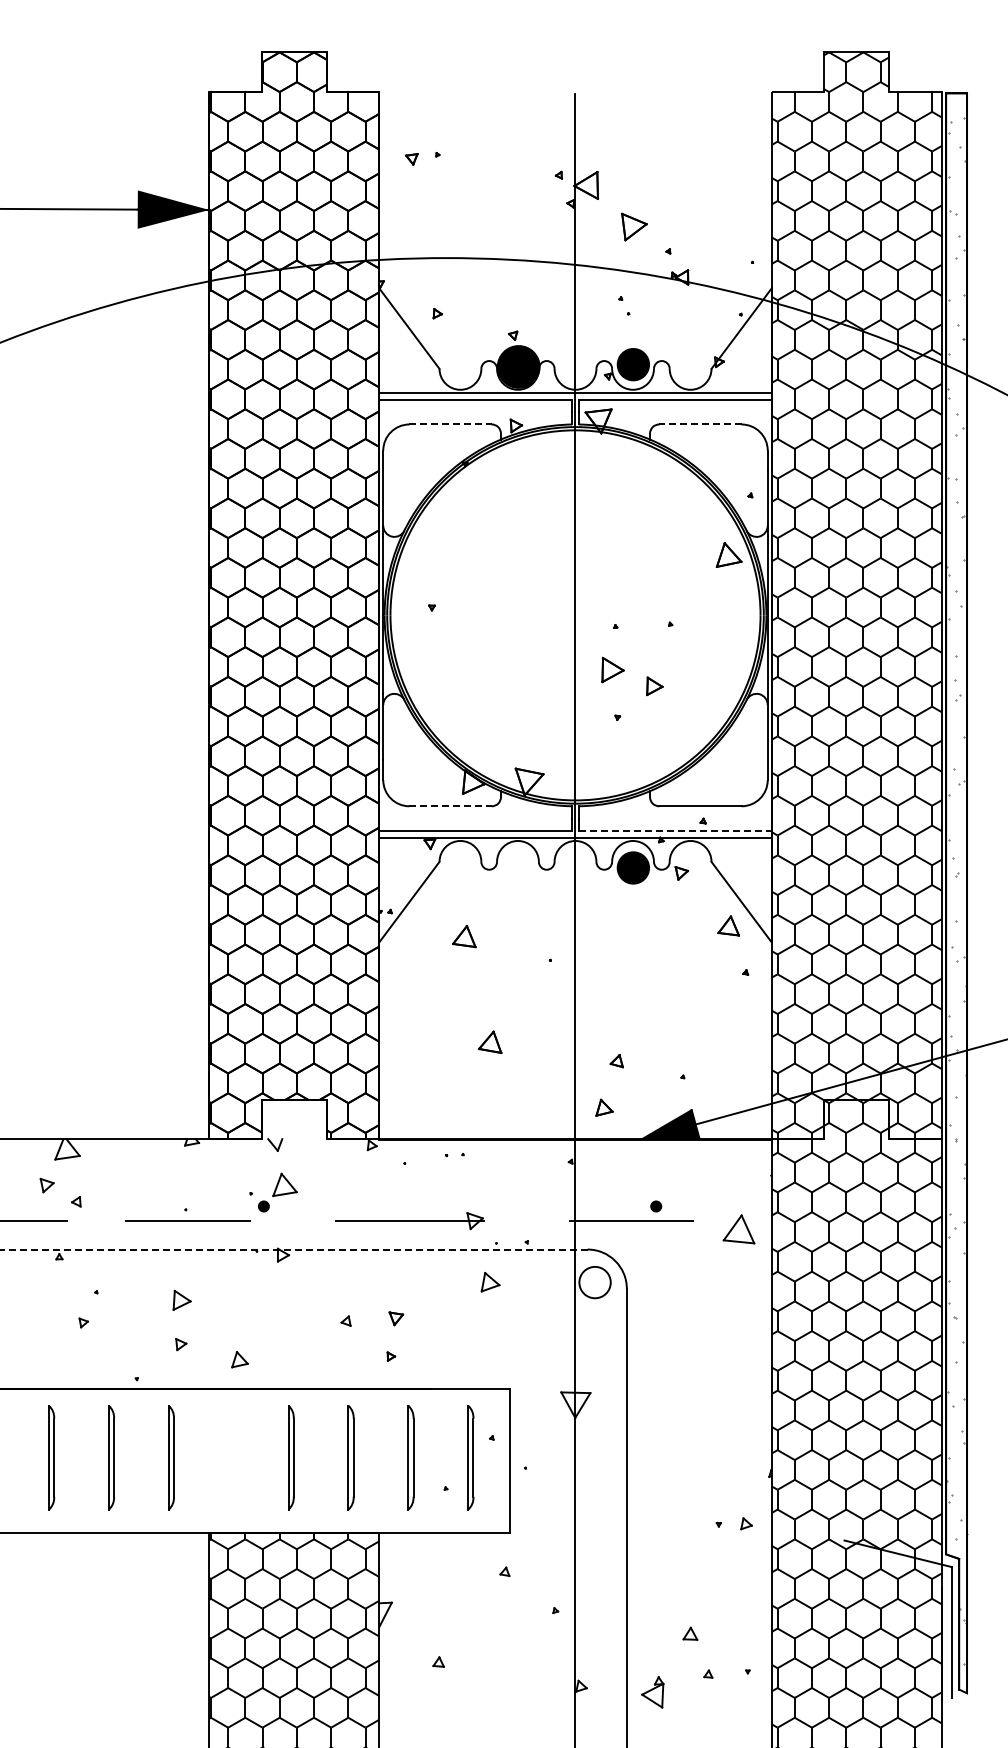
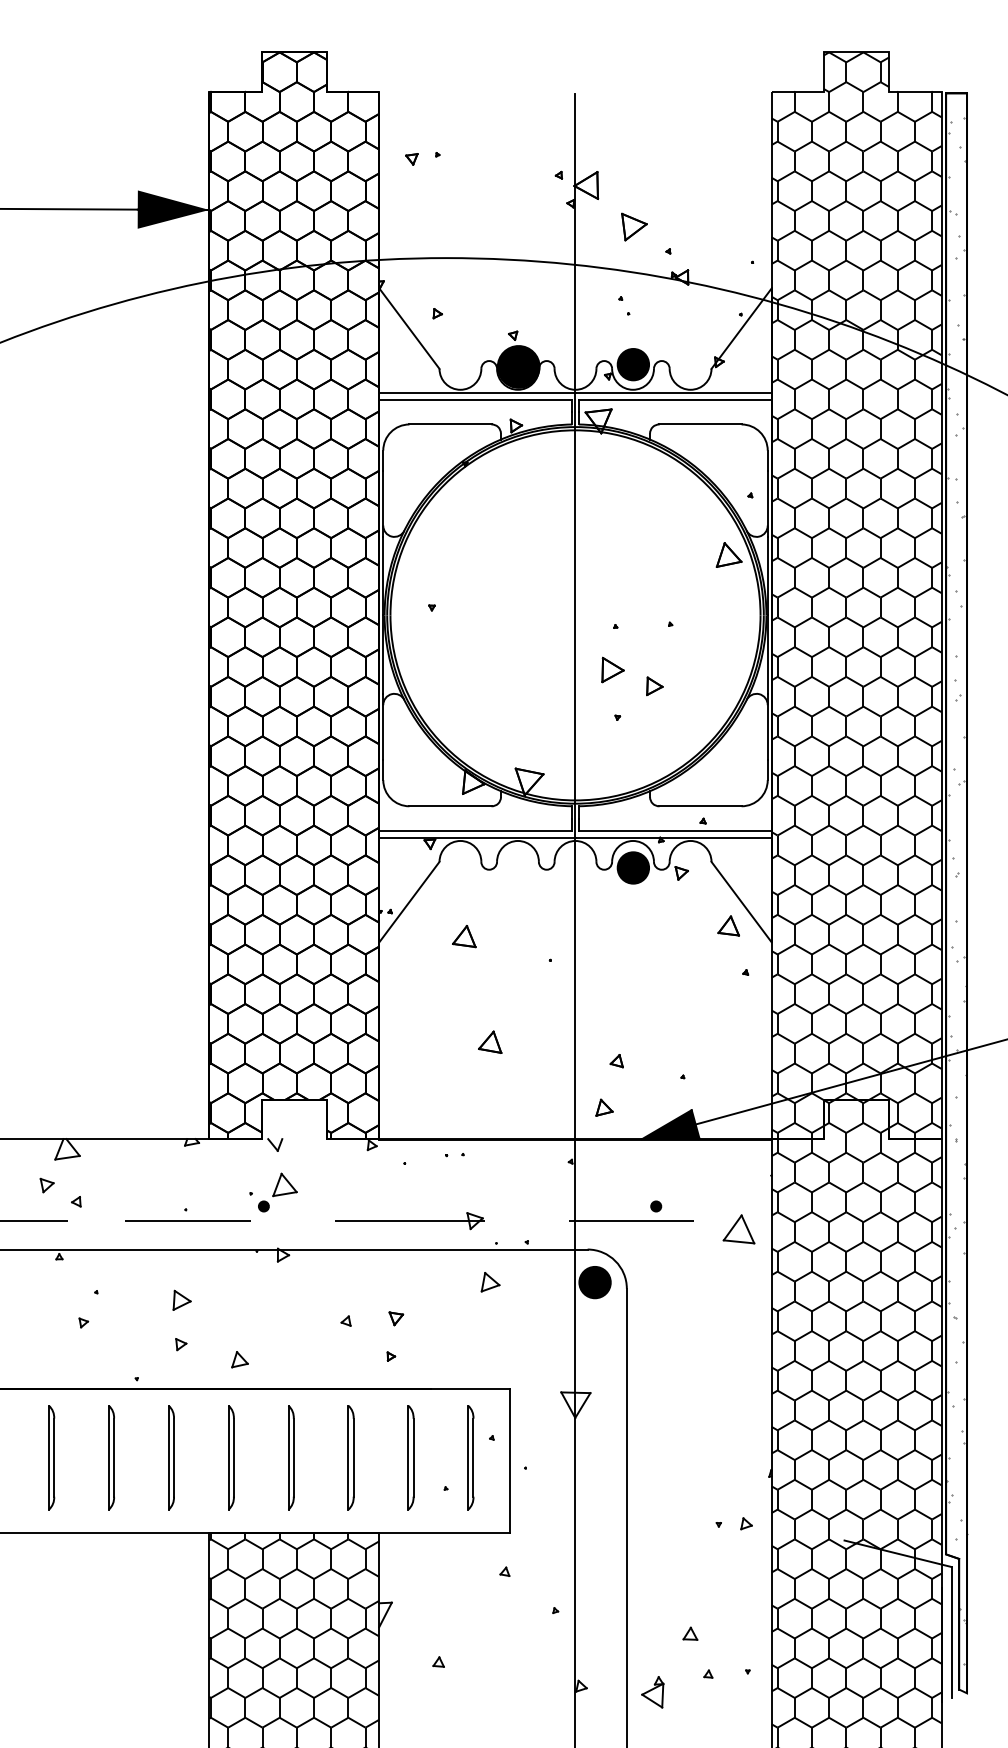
line at (451, 424): dashed -> solid
line at (699, 424): dashed -> solid
line at (451, 806): dashed -> solid
line at (675, 831): dashed -> solid
line at (293, 1249): dashed -> solid
fill at (594, 1282): none -> present
part at (231, 1457): none -> present
